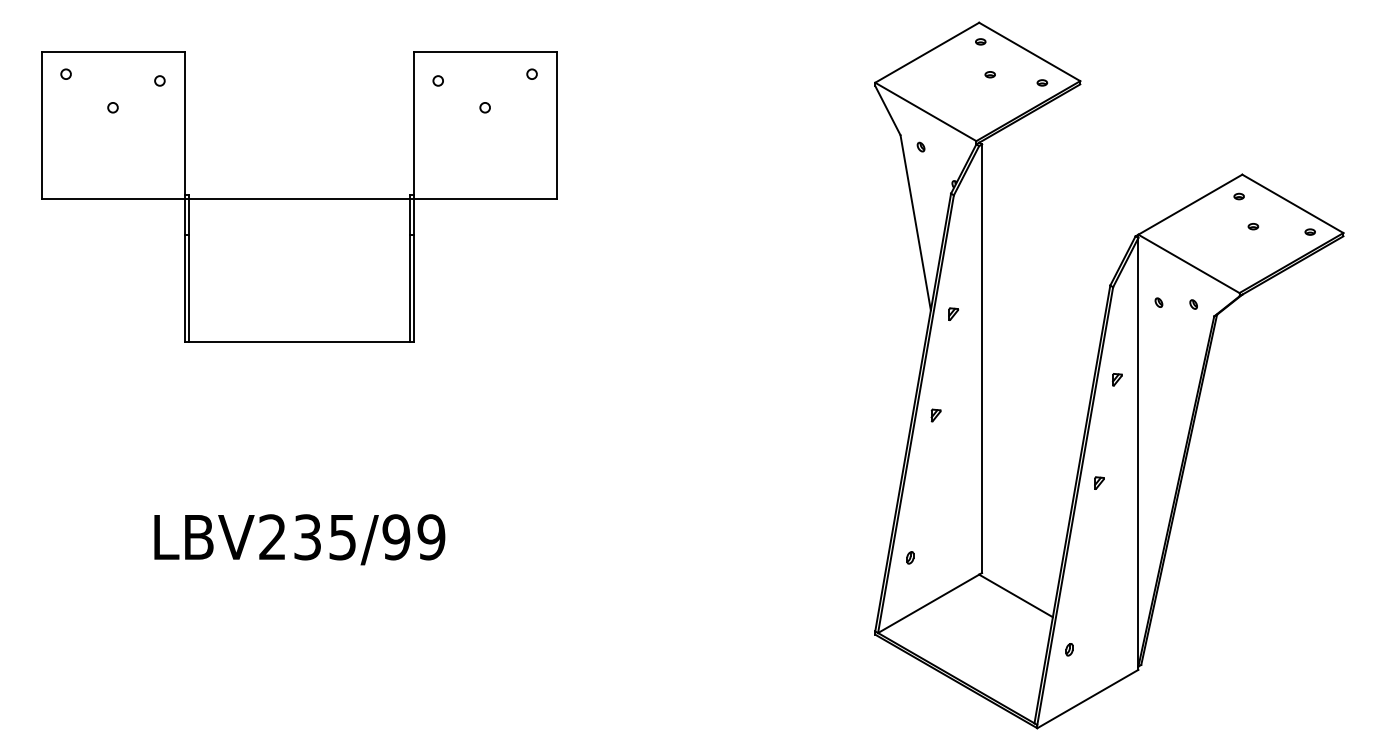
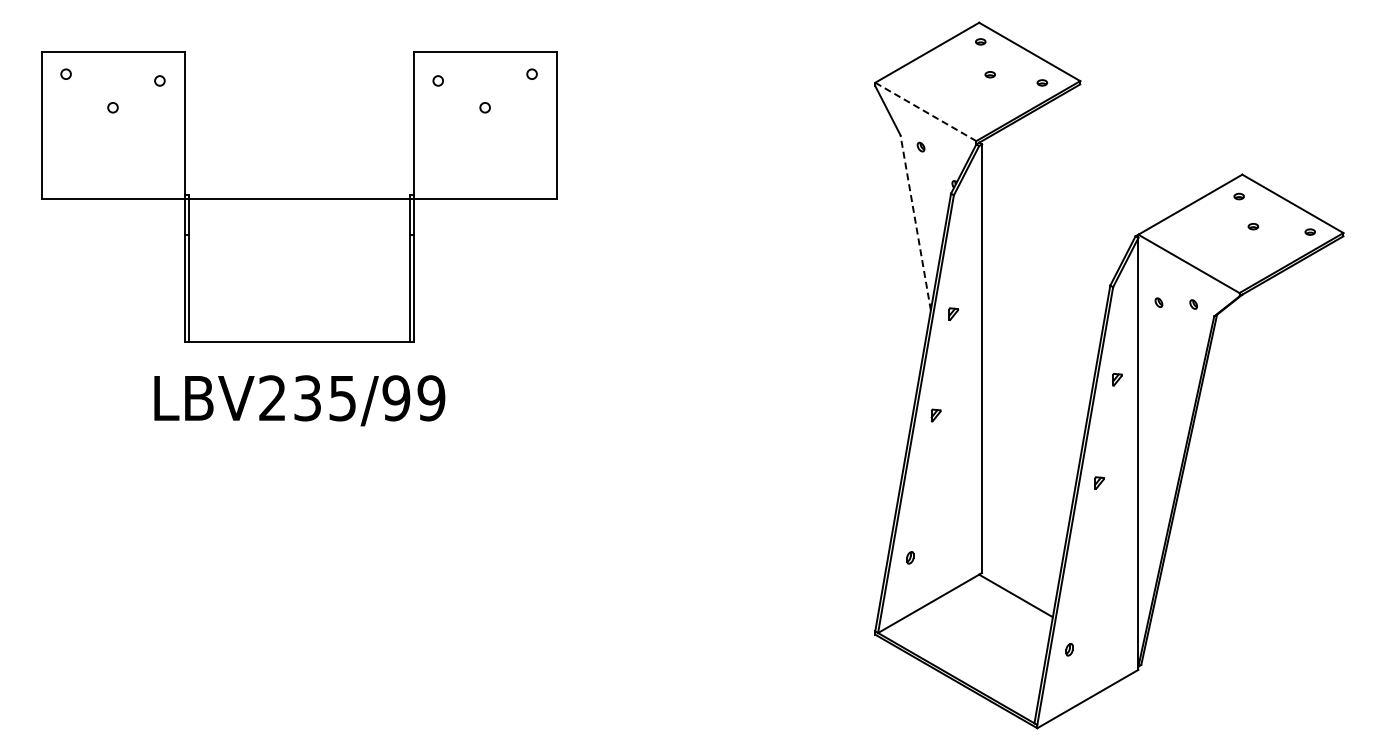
line at (926, 112): solid -> dashed
line at (915, 222): solid -> dashed
text at (299, 539) position: (299, 539) -> (299, 400)
